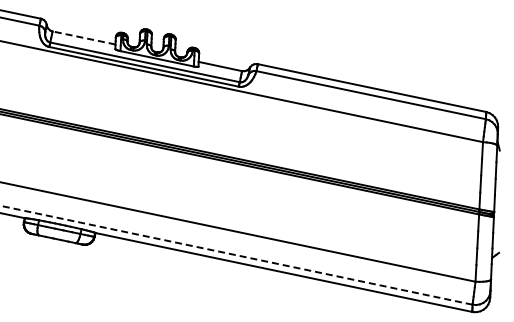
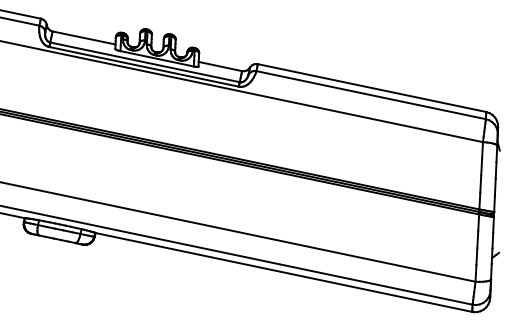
line at (83, 37): dashed -> solid
line at (235, 255): dashed -> solid
